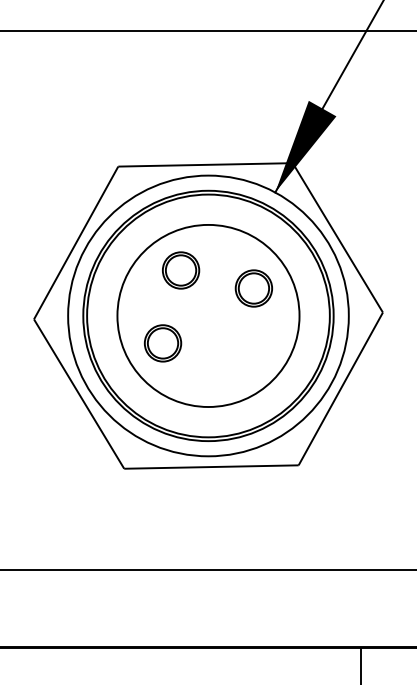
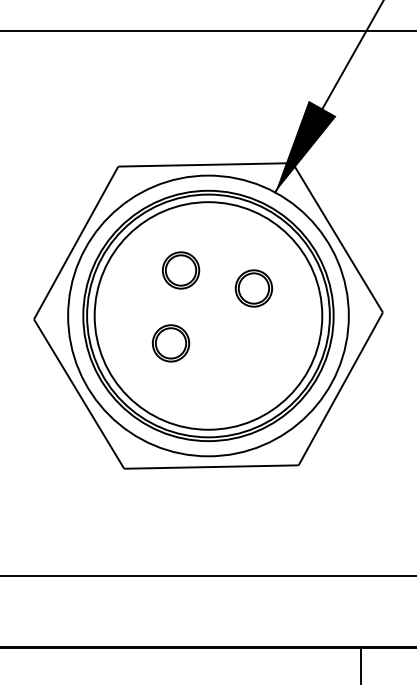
circle at (208, 315) diameter: 182 px -> 228 px
part at (162, 343) position: (162, 343) -> (170, 343)
line at (207, 570) position: (207, 570) -> (207, 576)
